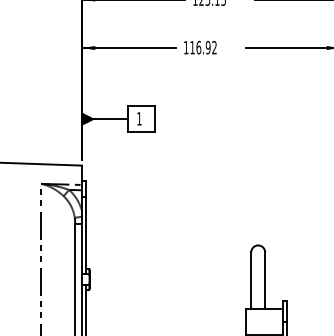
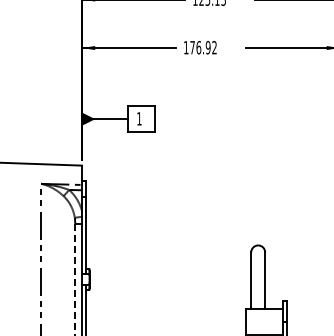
text at (192, 47): 116.92 -> 176.92
line at (75, 280): solid -> dashed
